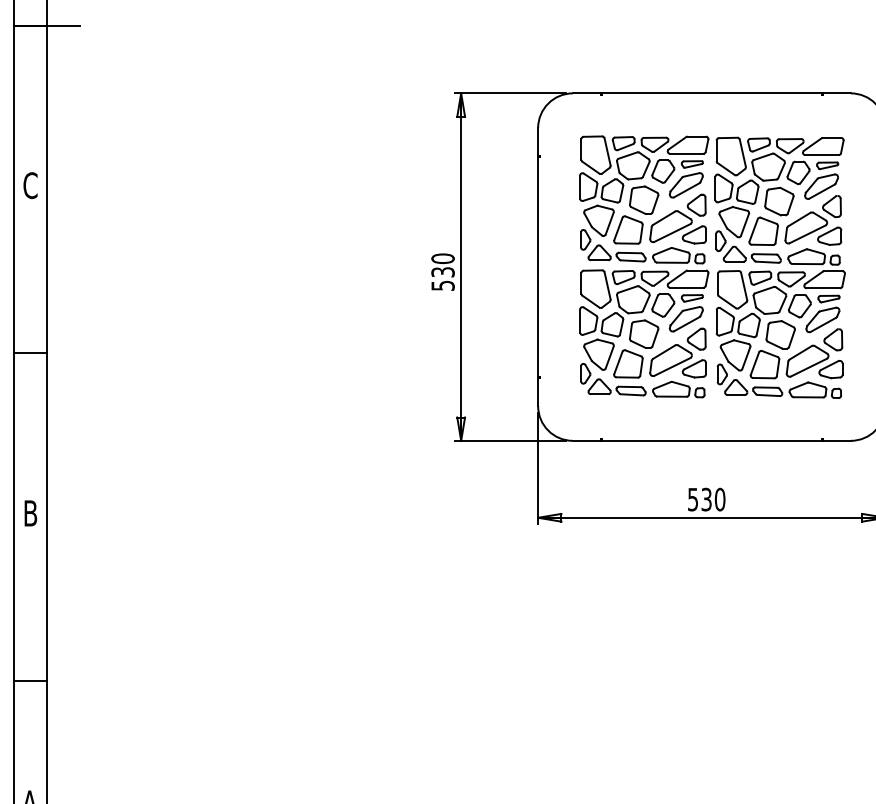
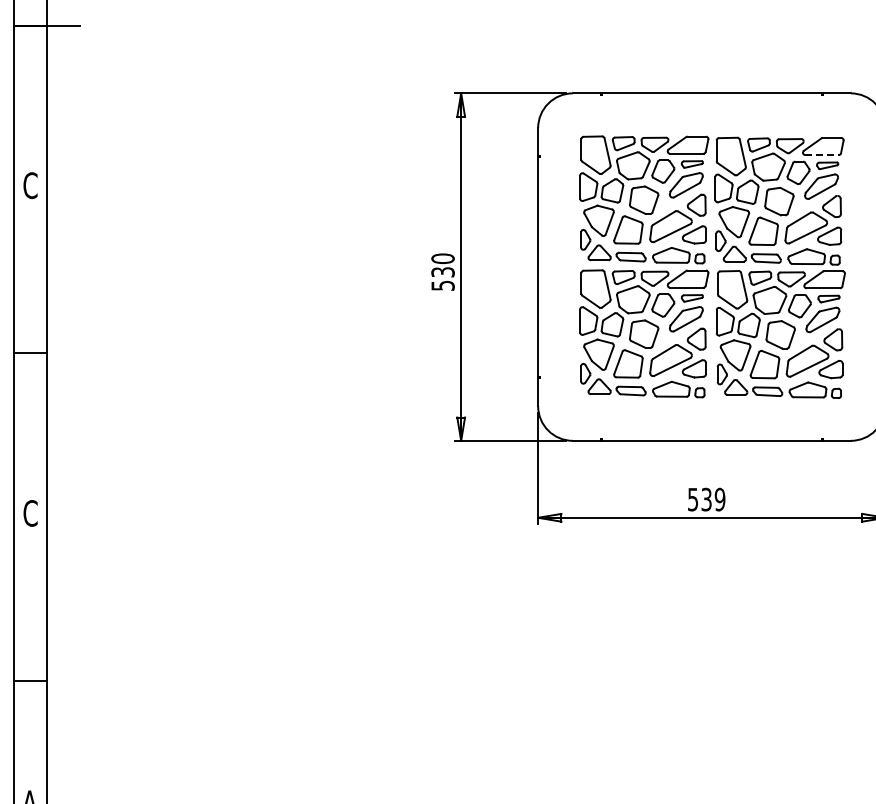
line at (822, 155): solid -> dashed
text at (719, 499): 530 -> 539
text at (30, 513): B -> C
